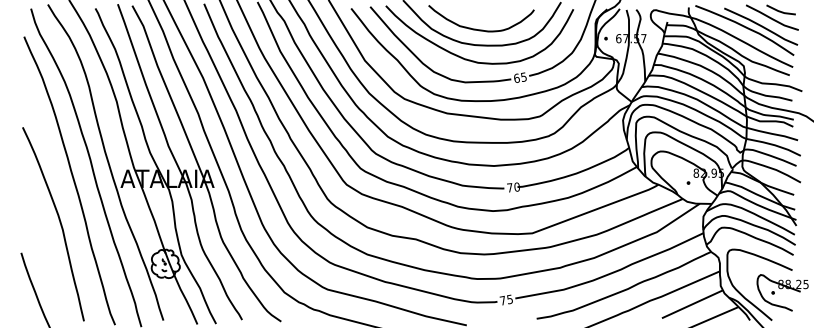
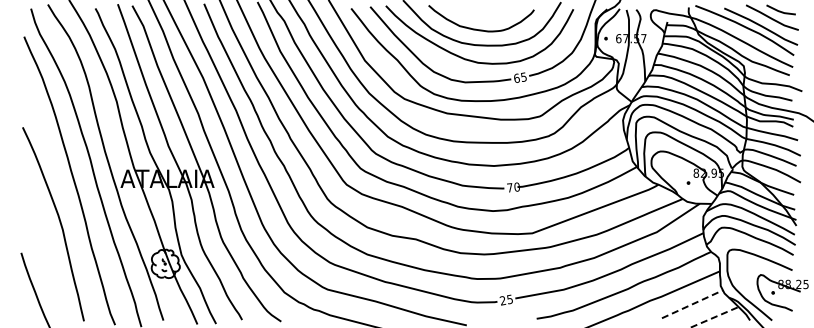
text at (502, 300): 75 -> 25
line at (692, 304): solid -> dashed
line at (715, 317): solid -> dashed
